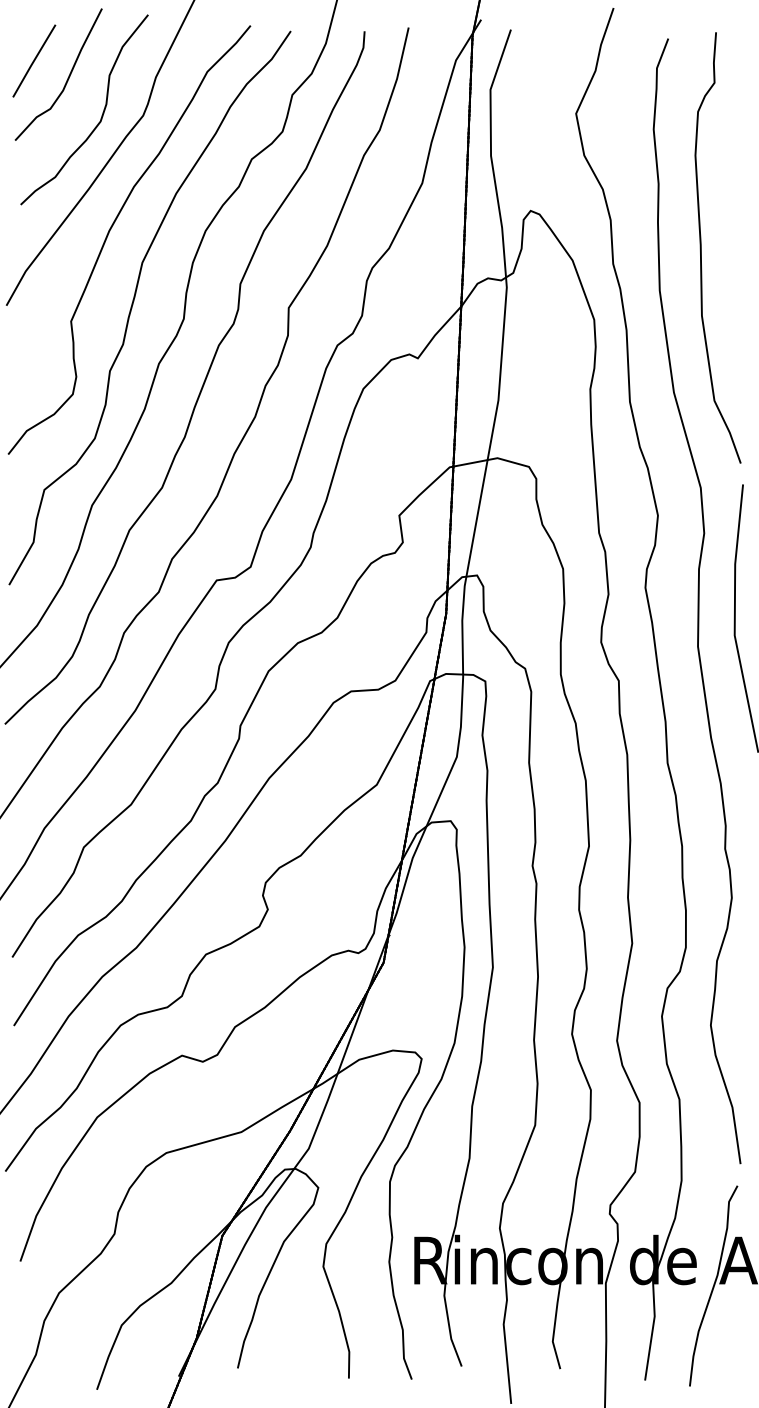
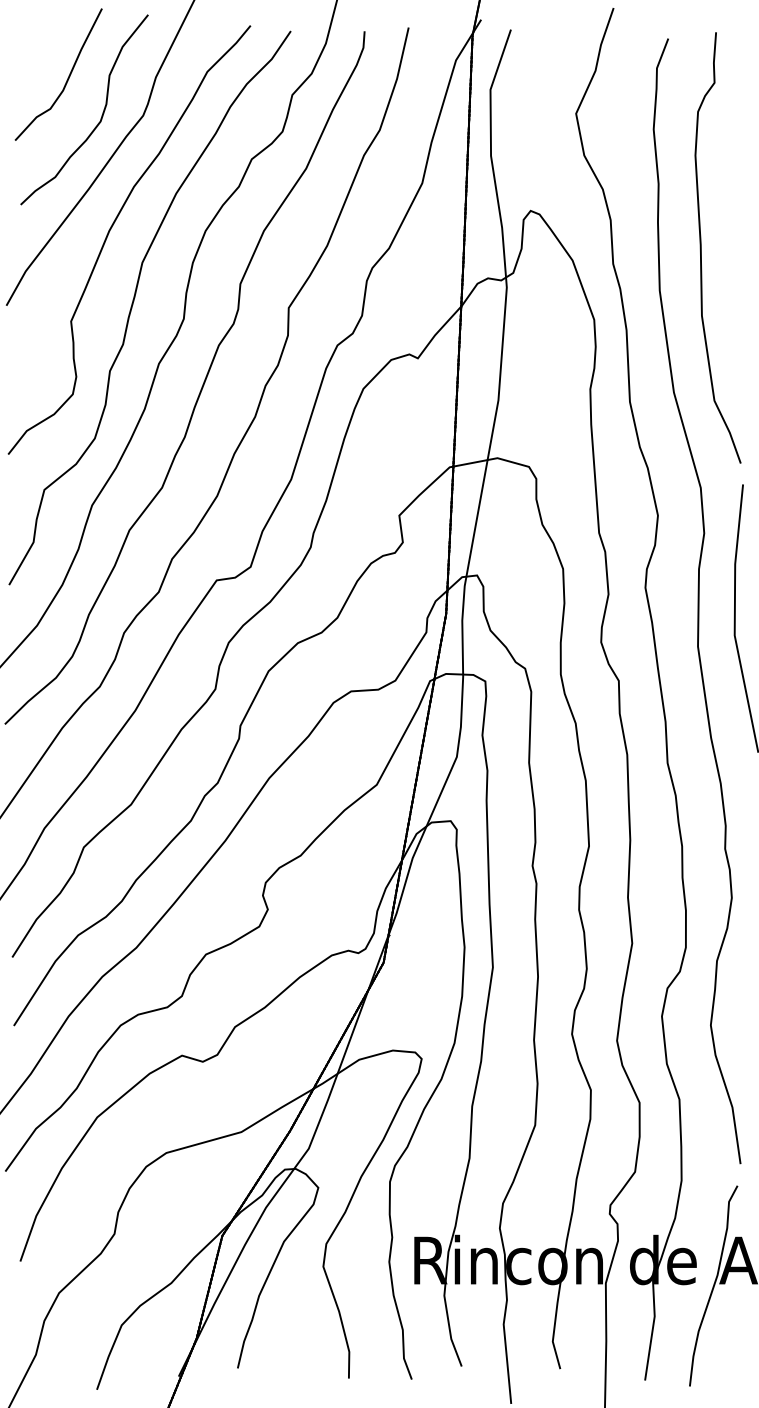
line at (34, 60): present -> none
